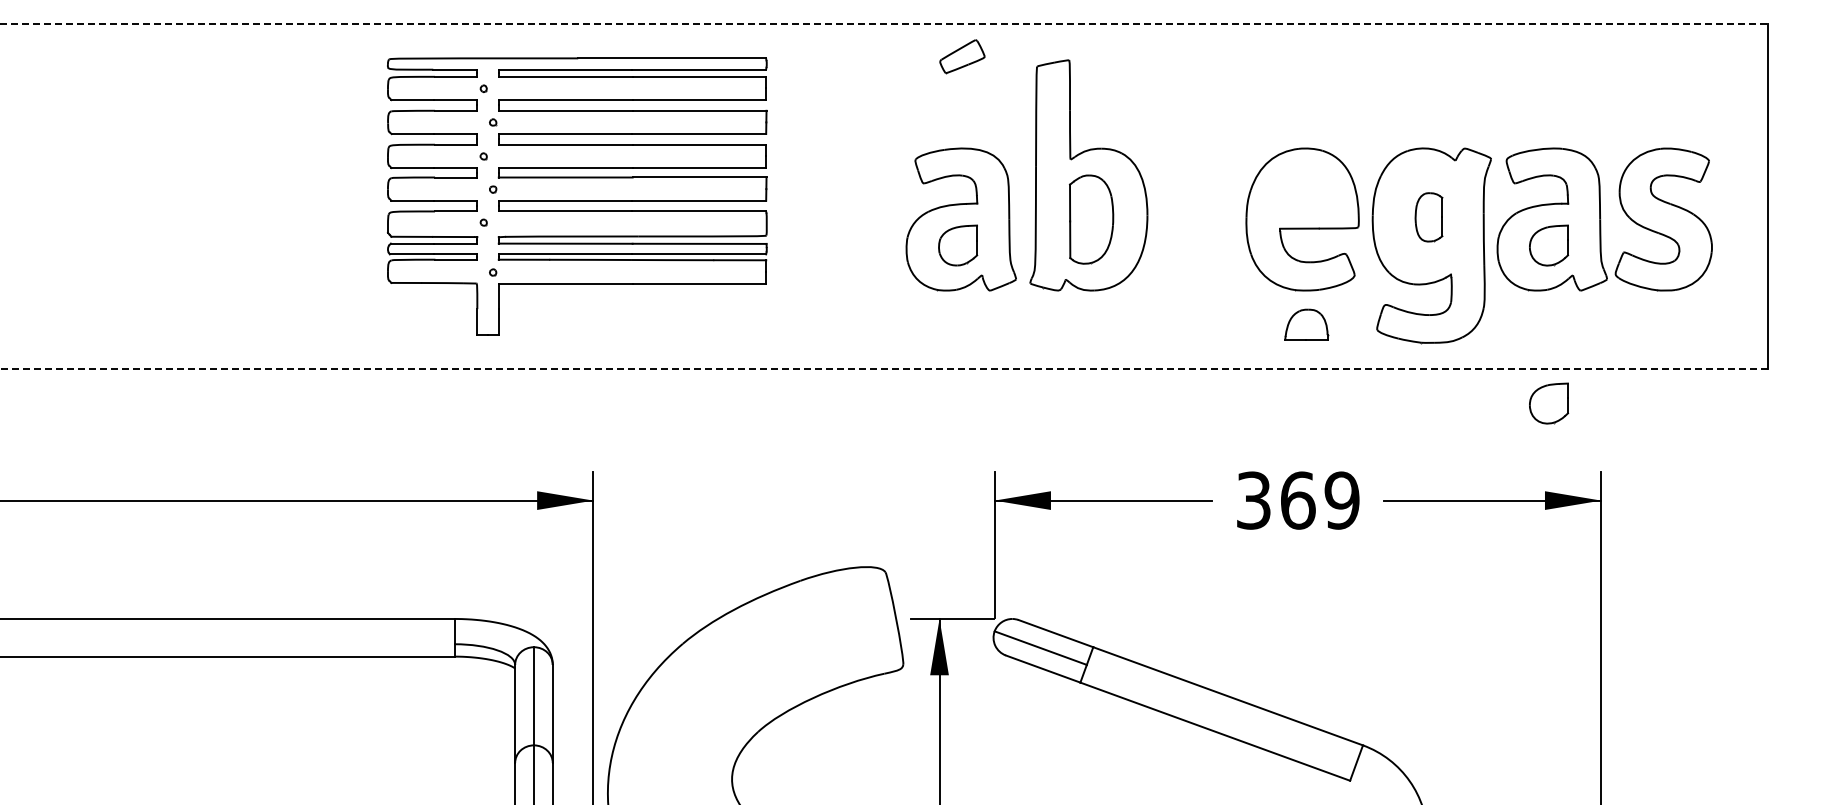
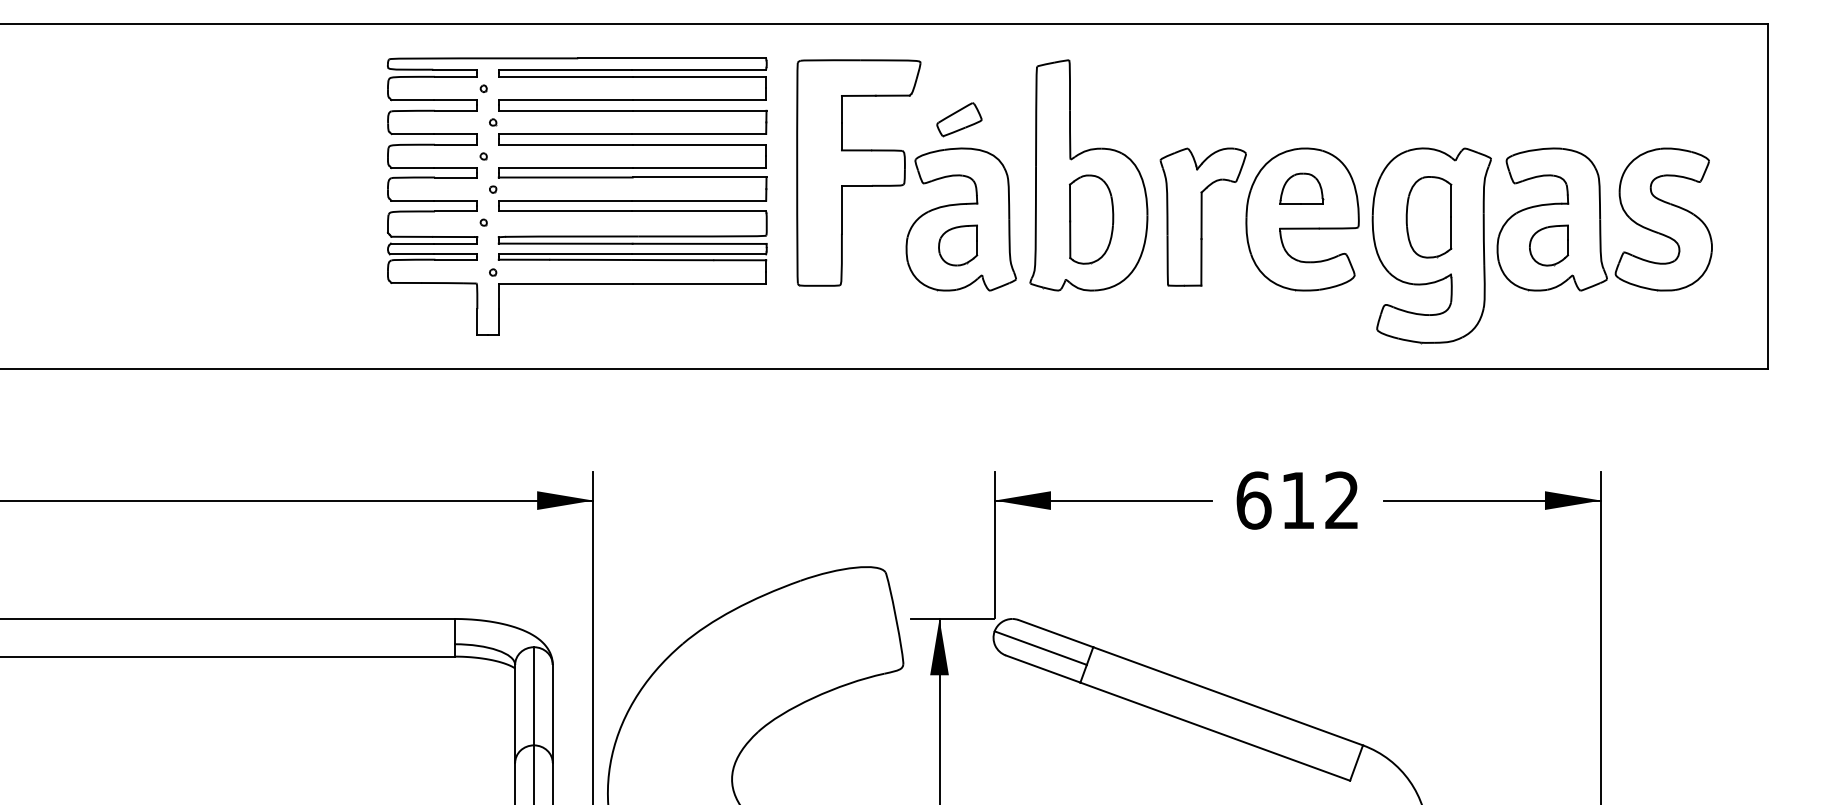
line at (884, 24): dashed -> solid
part at (962, 56) position: (962, 56) -> (959, 119)
part at (858, 172): none -> present
part at (1202, 216): none -> present
part at (1428, 217) size: 30x51 px -> 48x83 px
part at (1306, 324) position: (1306, 324) -> (1301, 188)
line at (884, 369): dashed -> solid
part at (1549, 403): present -> none
text at (1297, 500): 369 -> 612
